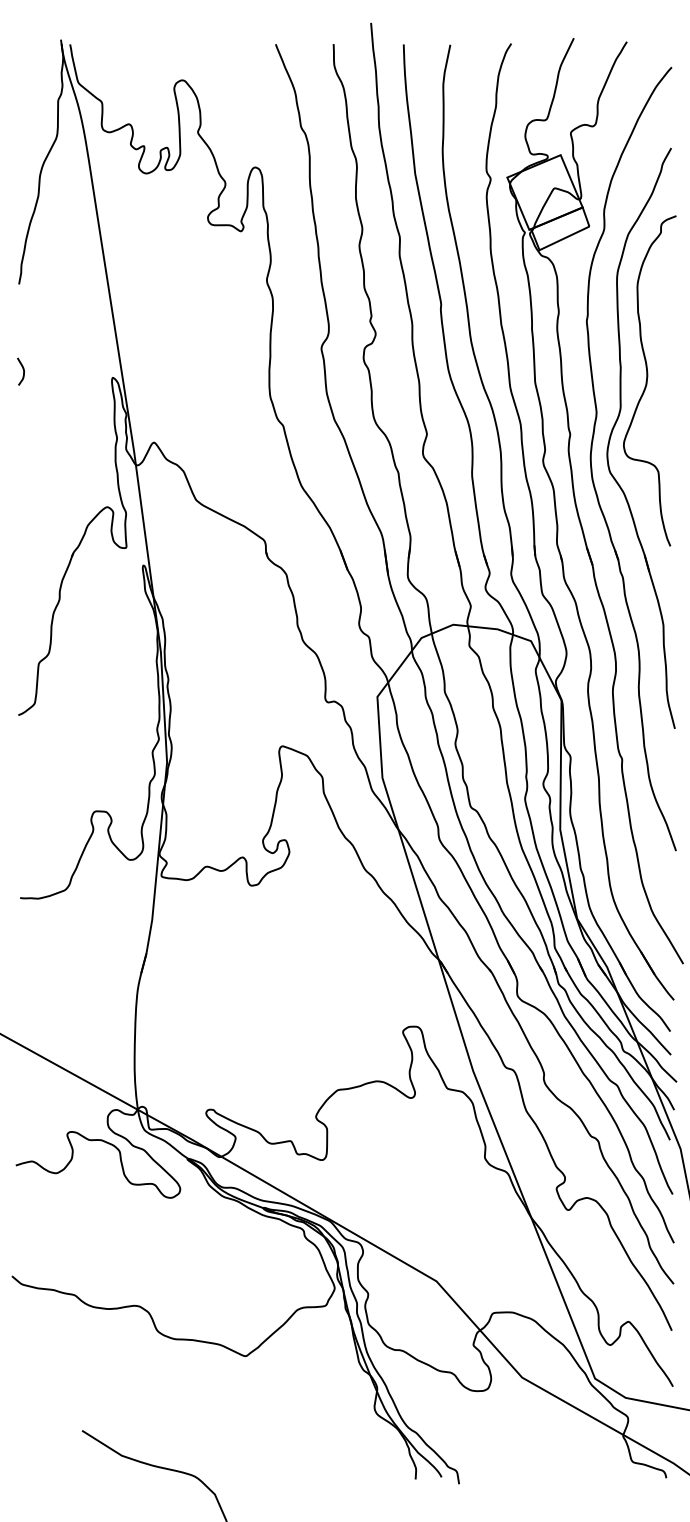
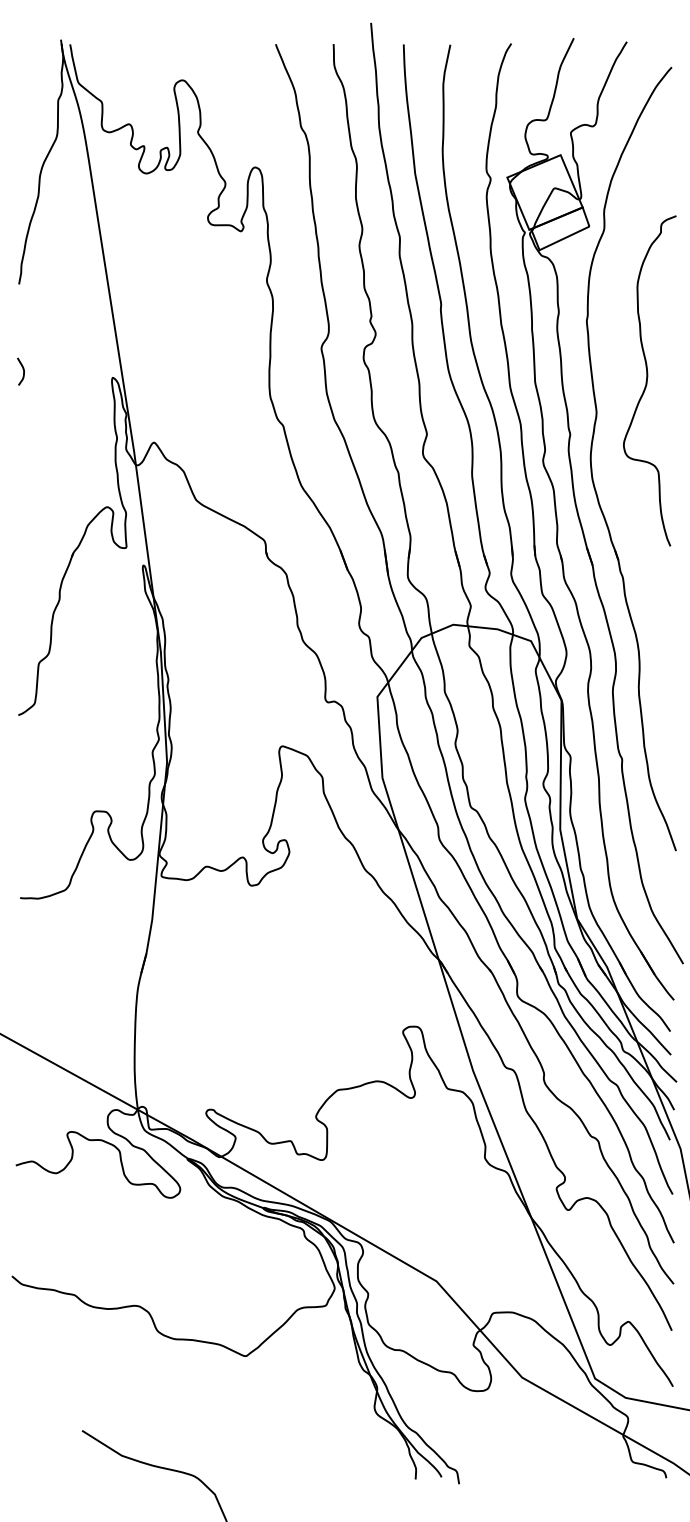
part at (614, 428): present -> none
